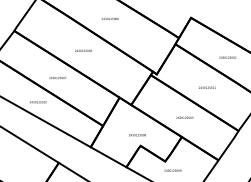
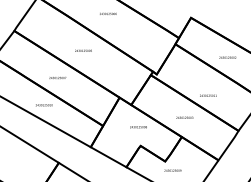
text at (110, 18) position: (110, 18) -> (108, 13)
text at (207, 87) position: (207, 87) -> (208, 95)
text at (38, 102) position: (38, 102) -> (44, 105)
text at (137, 135) position: (137, 135) -> (138, 127)
